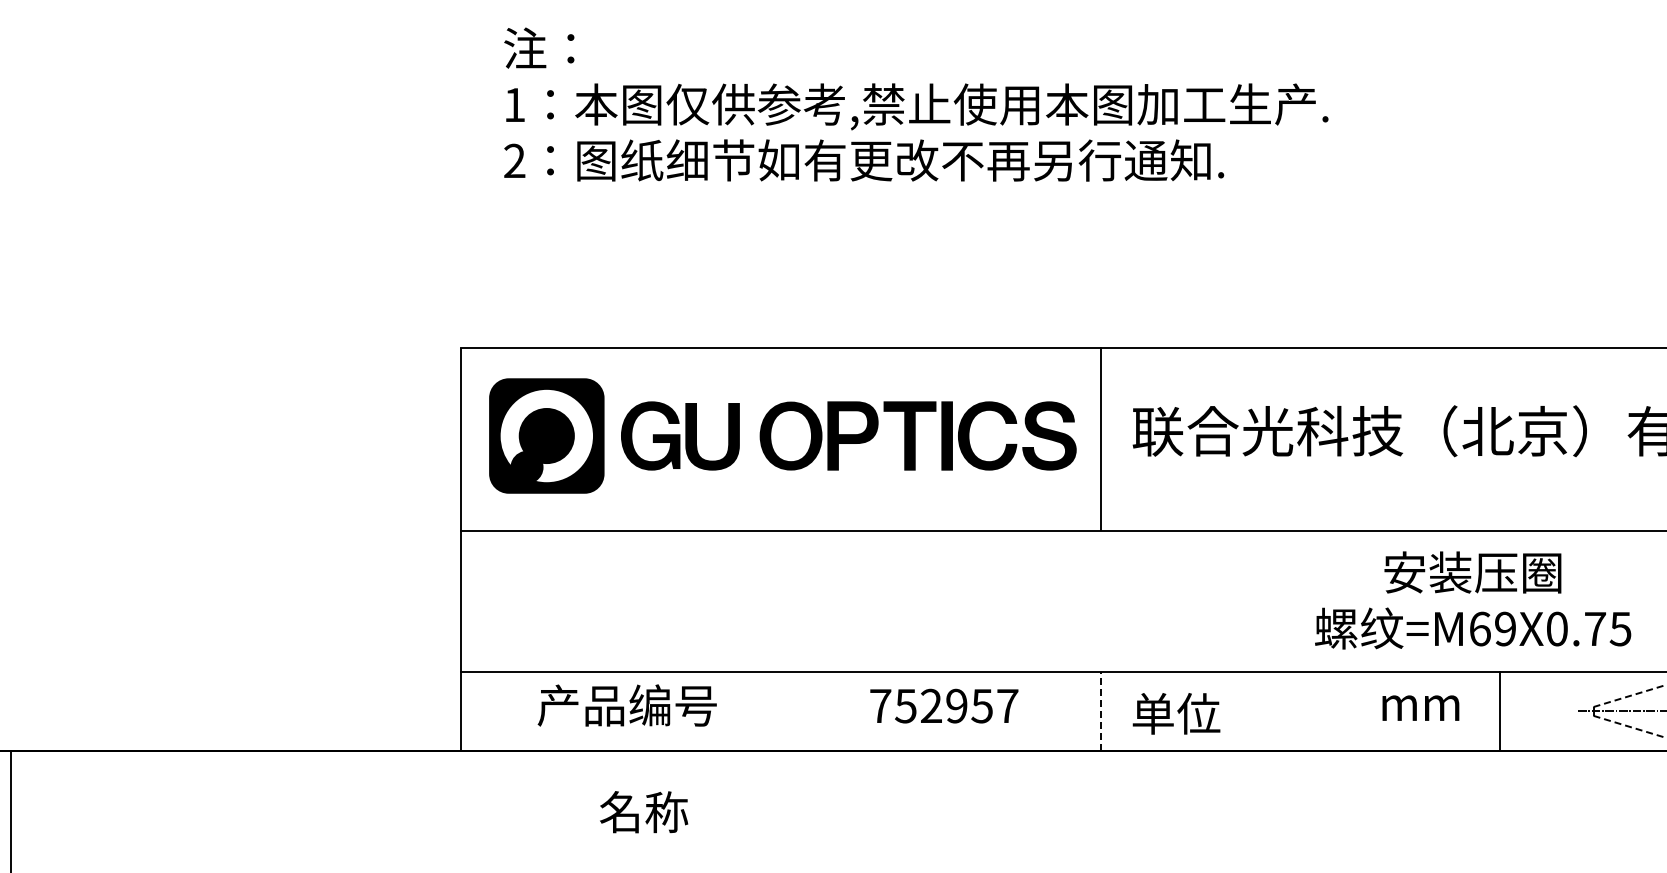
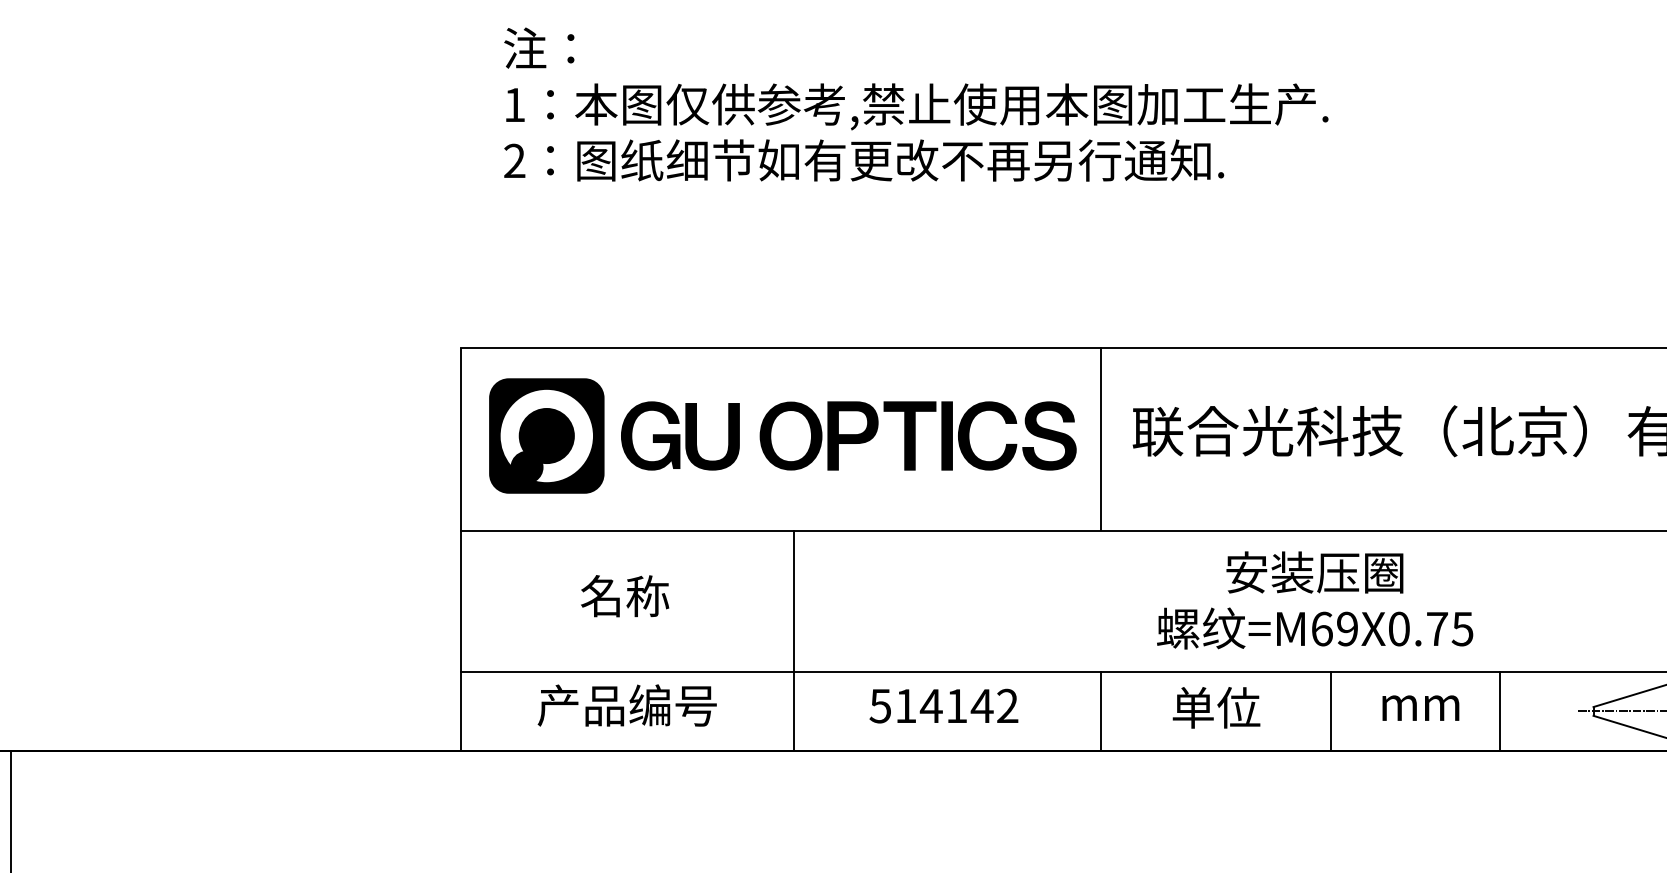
text at (1473, 600) position: (1473, 600) -> (1315, 600)
line at (793, 640): none -> present
line at (1629, 696): dashed -> solid
text at (943, 705): 752957 -> 514142
line at (1101, 710): dashed -> solid
line at (1330, 711): none -> present
text at (1176, 713) position: (1176, 713) -> (1216, 707)
line at (1629, 726): dashed -> solid
text at (644, 812) position: (644, 812) -> (625, 596)
